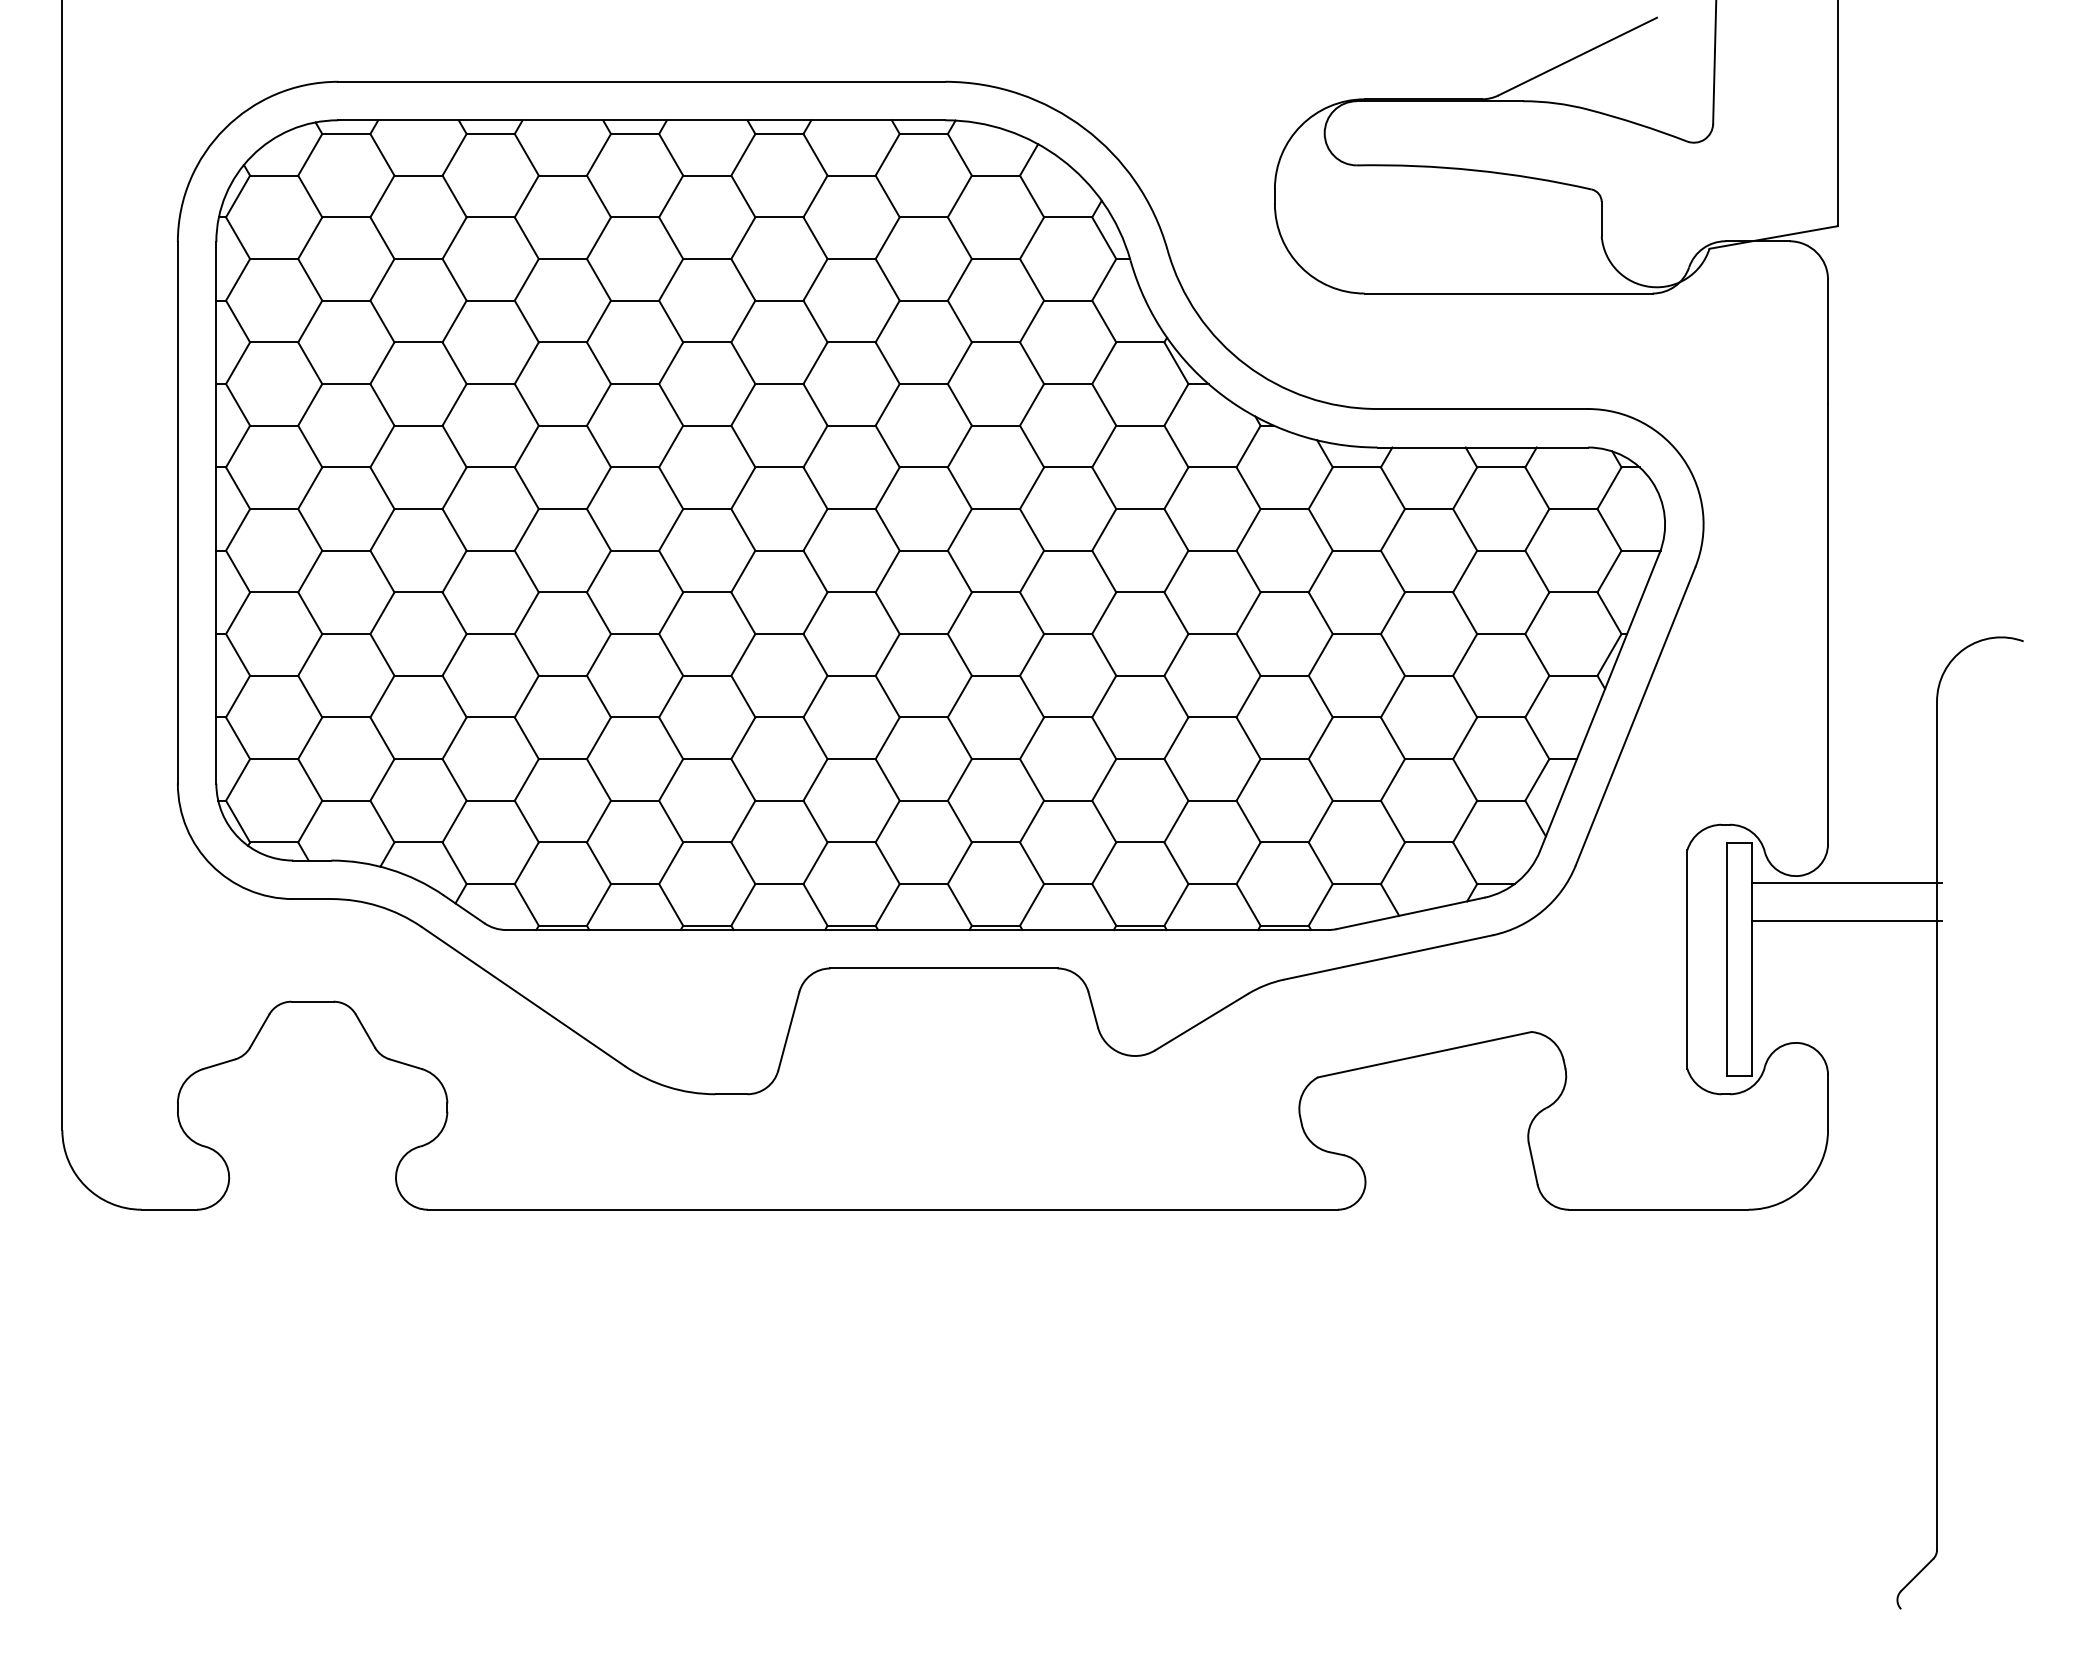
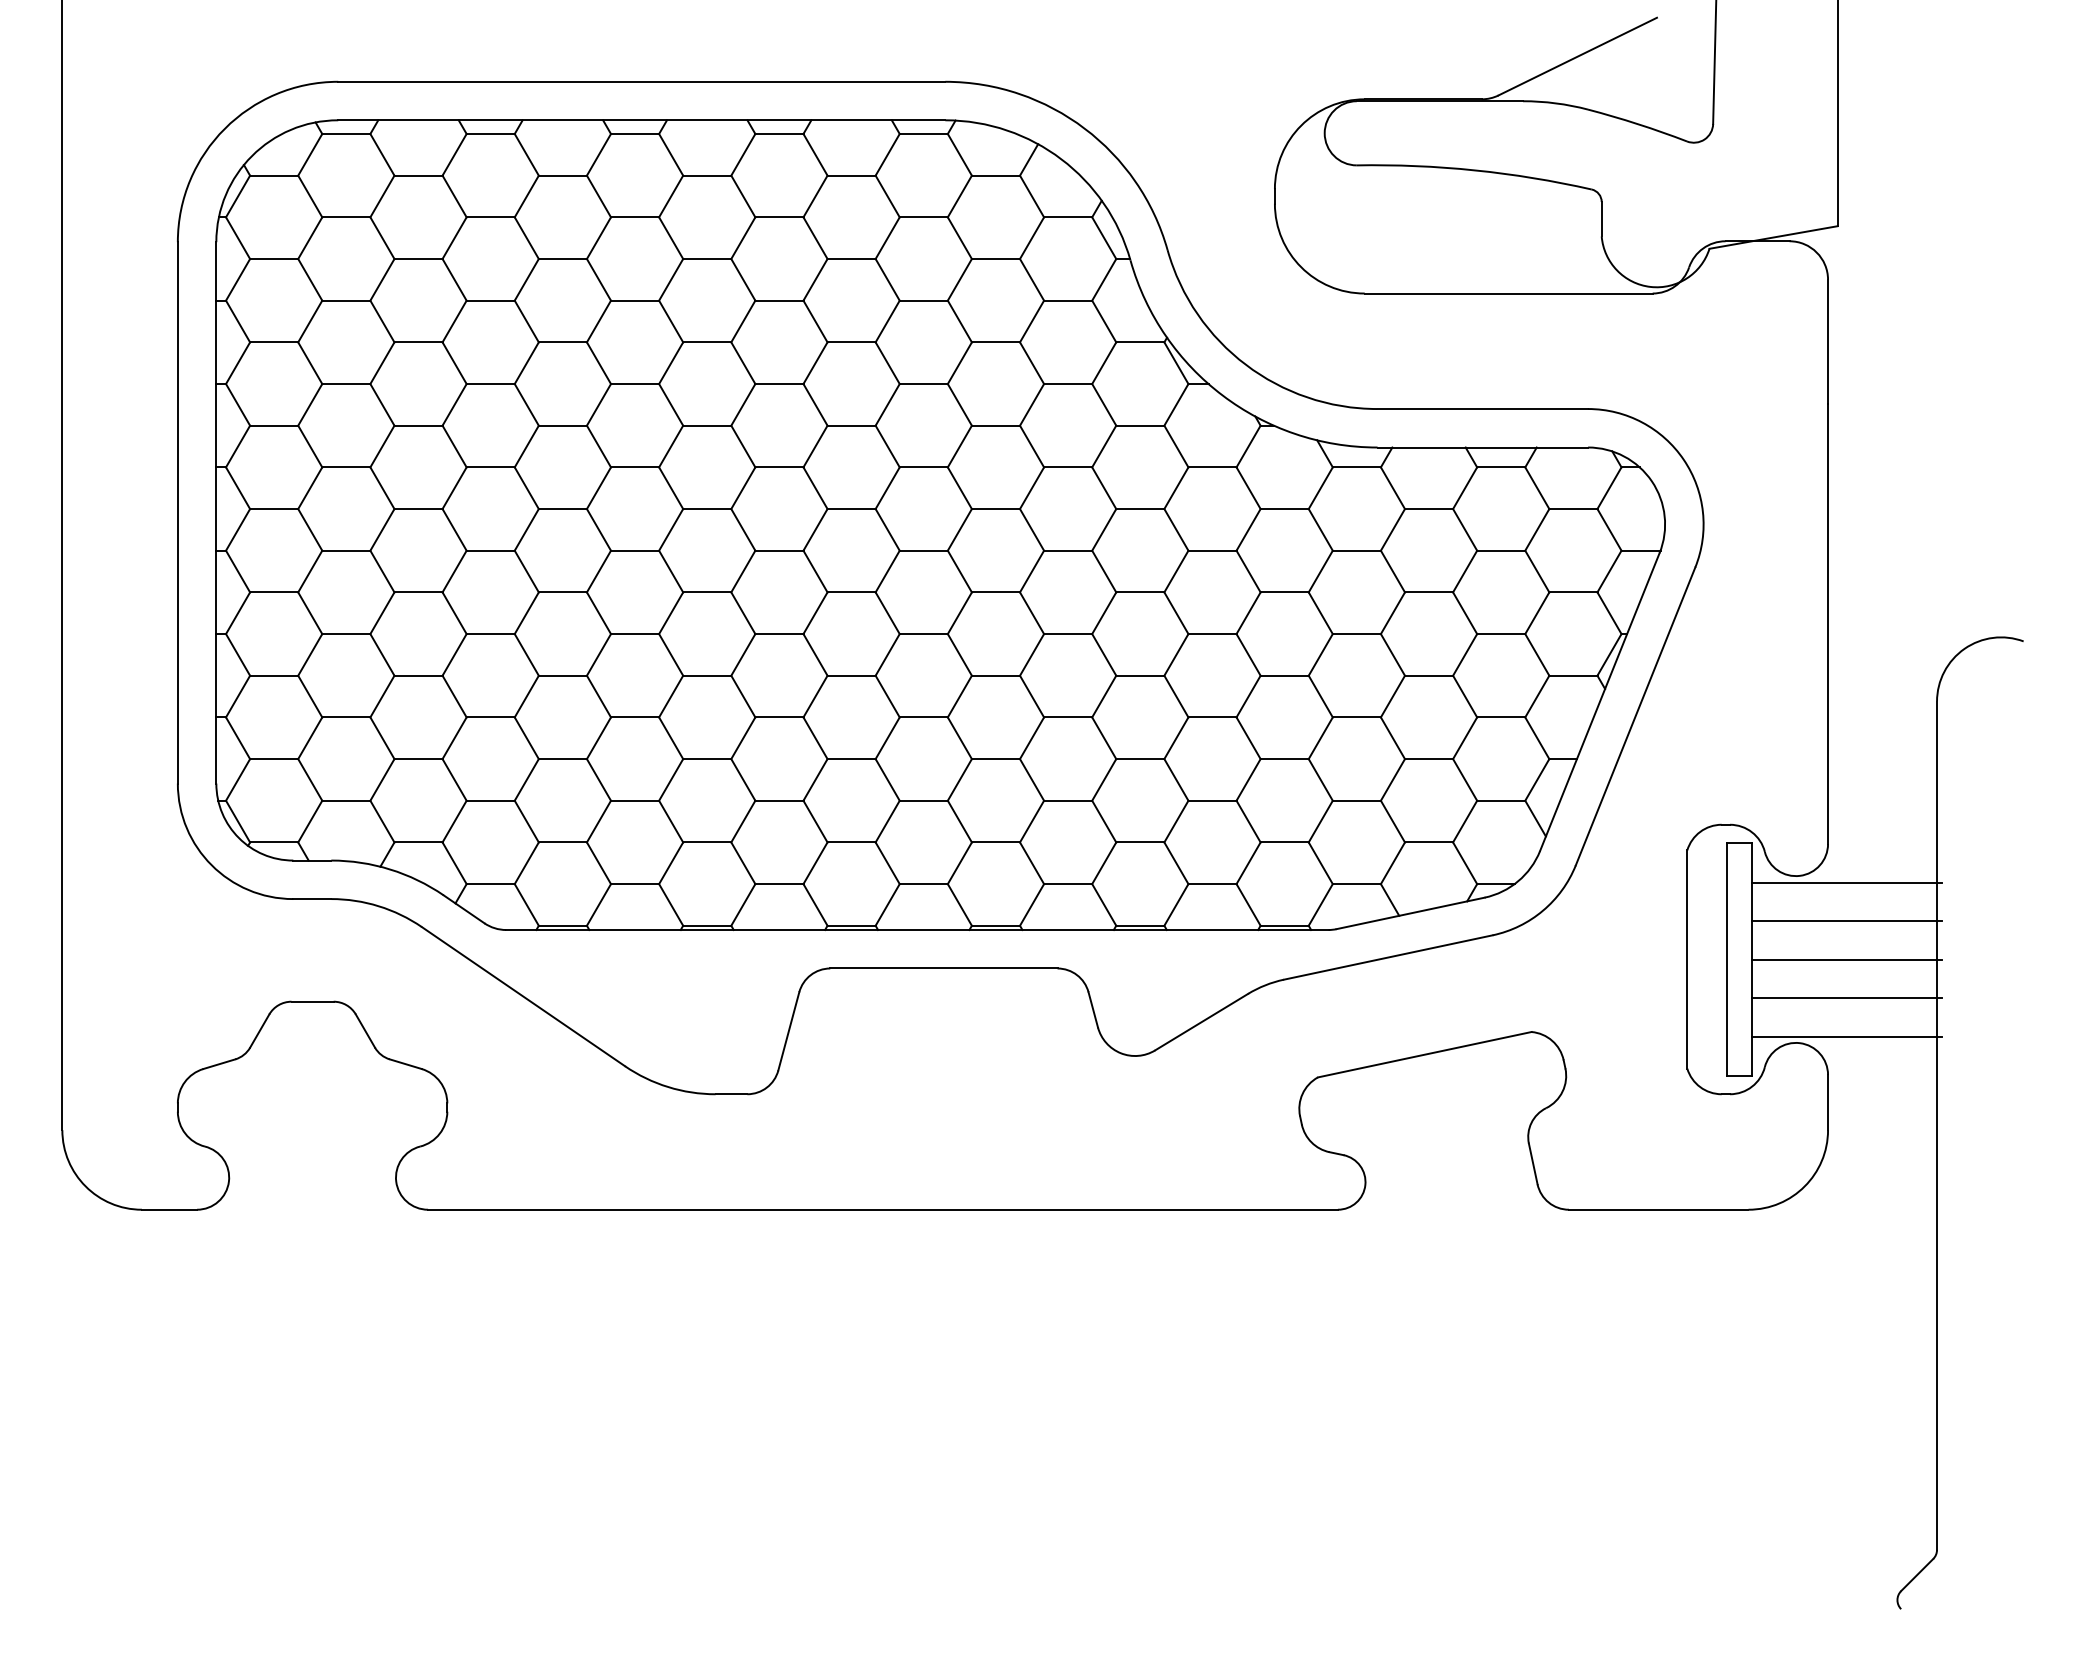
line at (1846, 959): none -> present
line at (1846, 998): none -> present
line at (1846, 1036): none -> present
